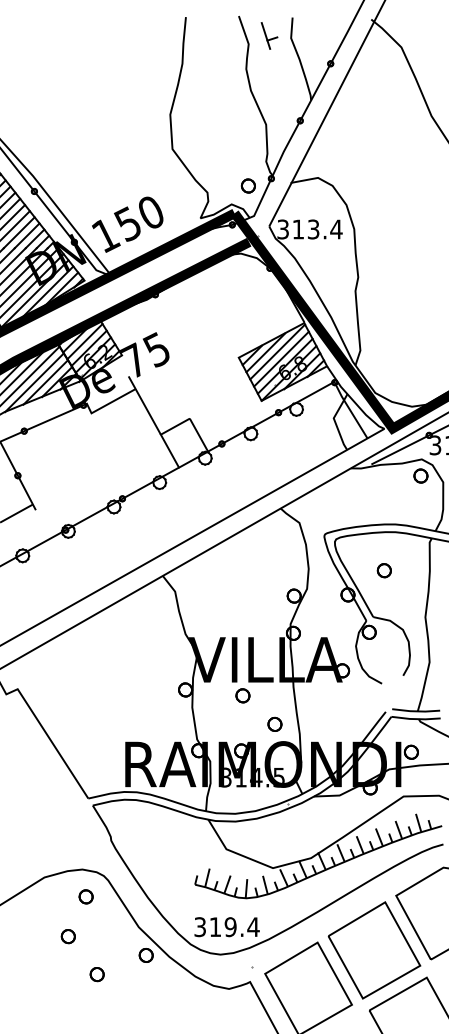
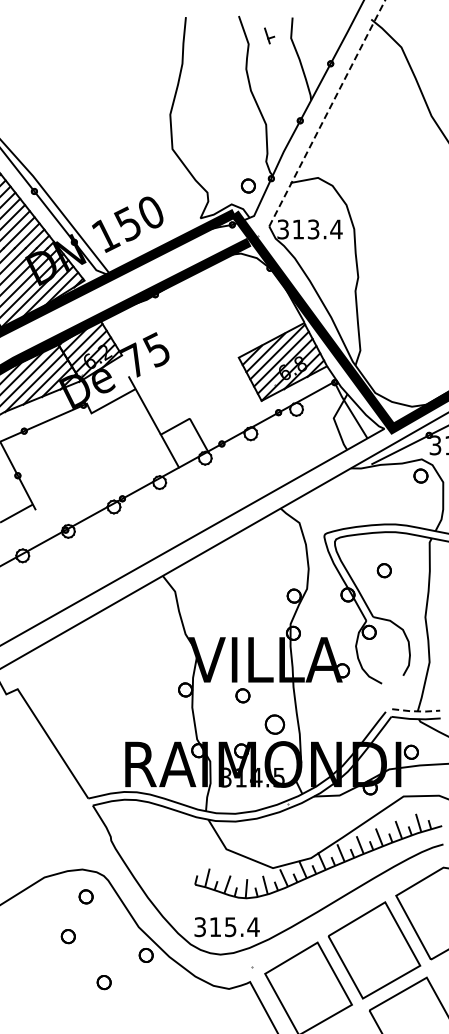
part at (269, 35) size: 19x28 px -> 12x18 px
line at (327, 113): solid -> dashed
line at (415, 711): solid -> dashed
part at (274, 723) size: 16x16 px -> 22x21 px
text at (230, 926): 319.4 -> 315.4
part at (96, 974) position: (96, 974) -> (103, 982)
